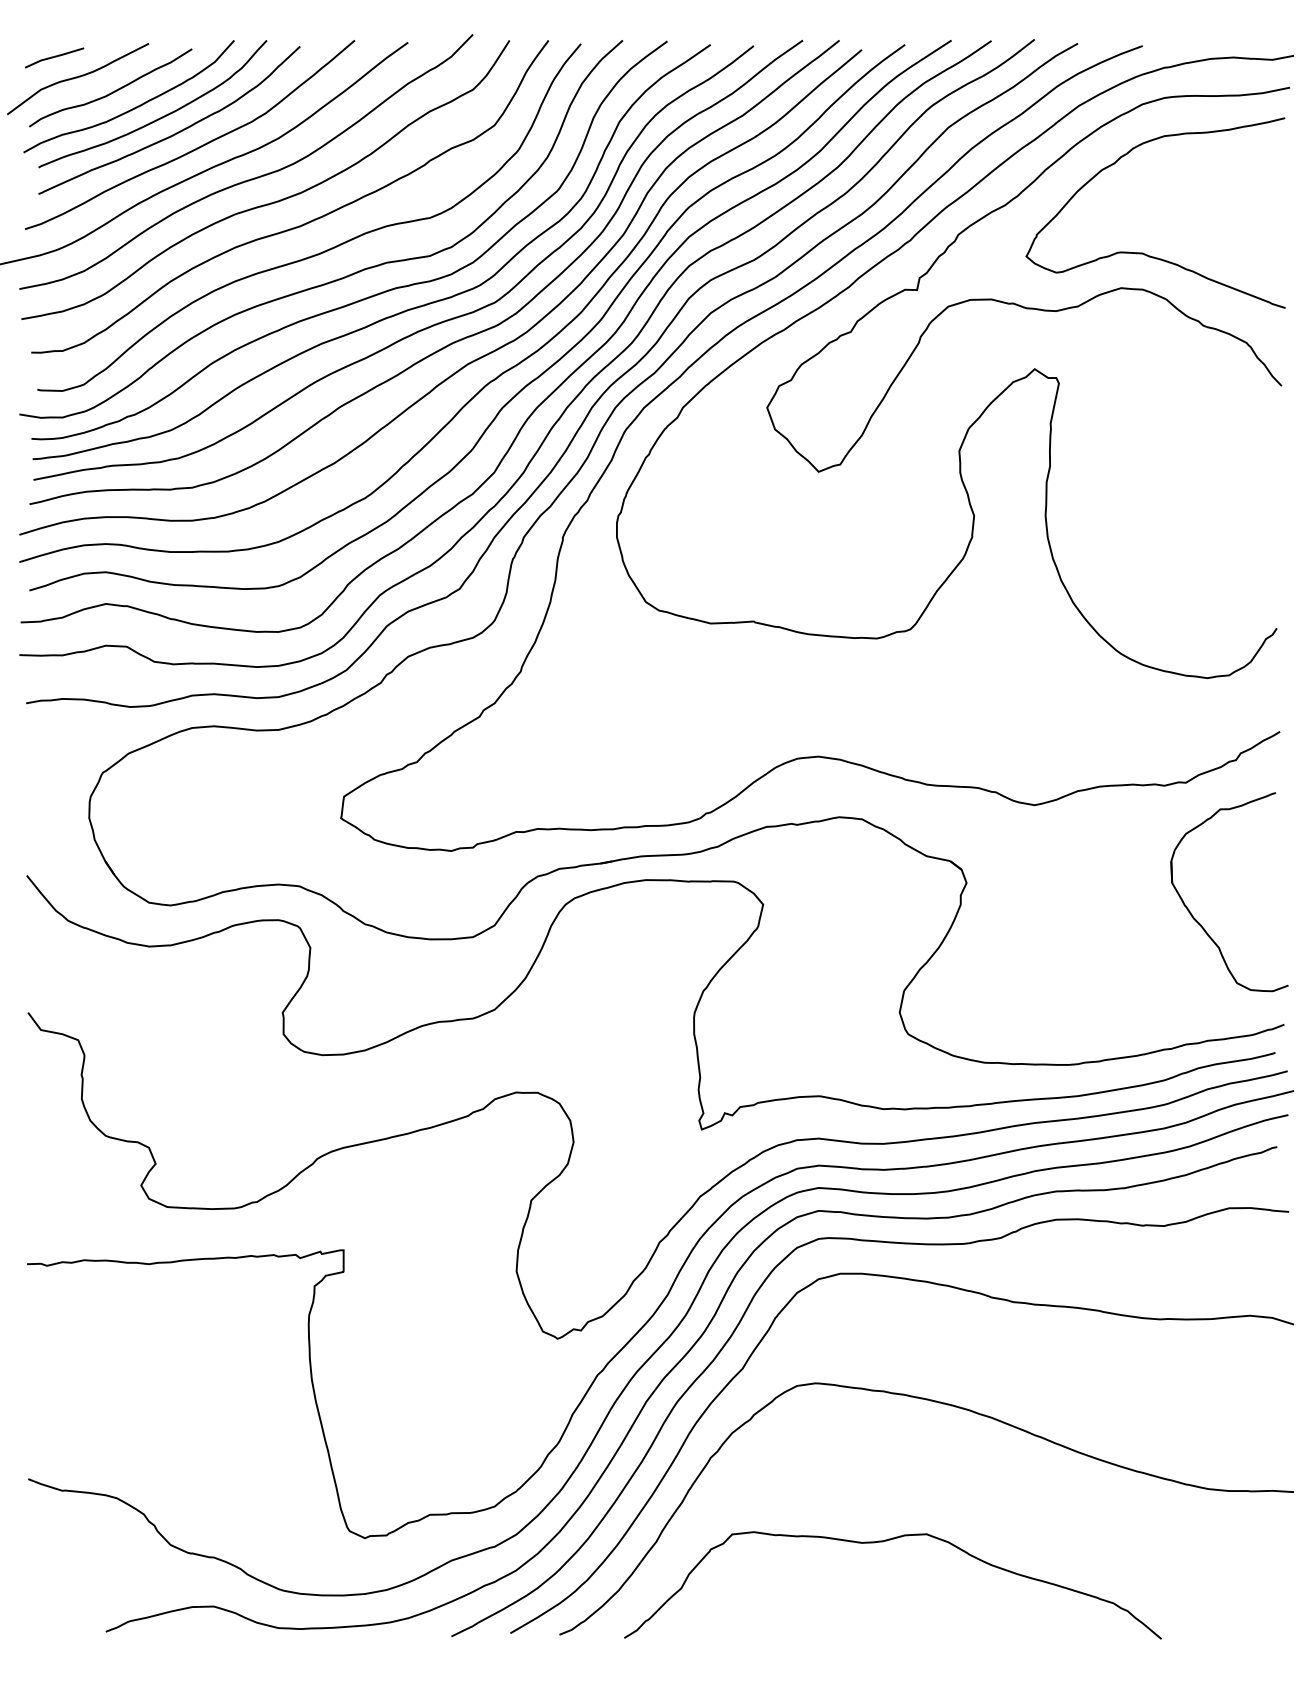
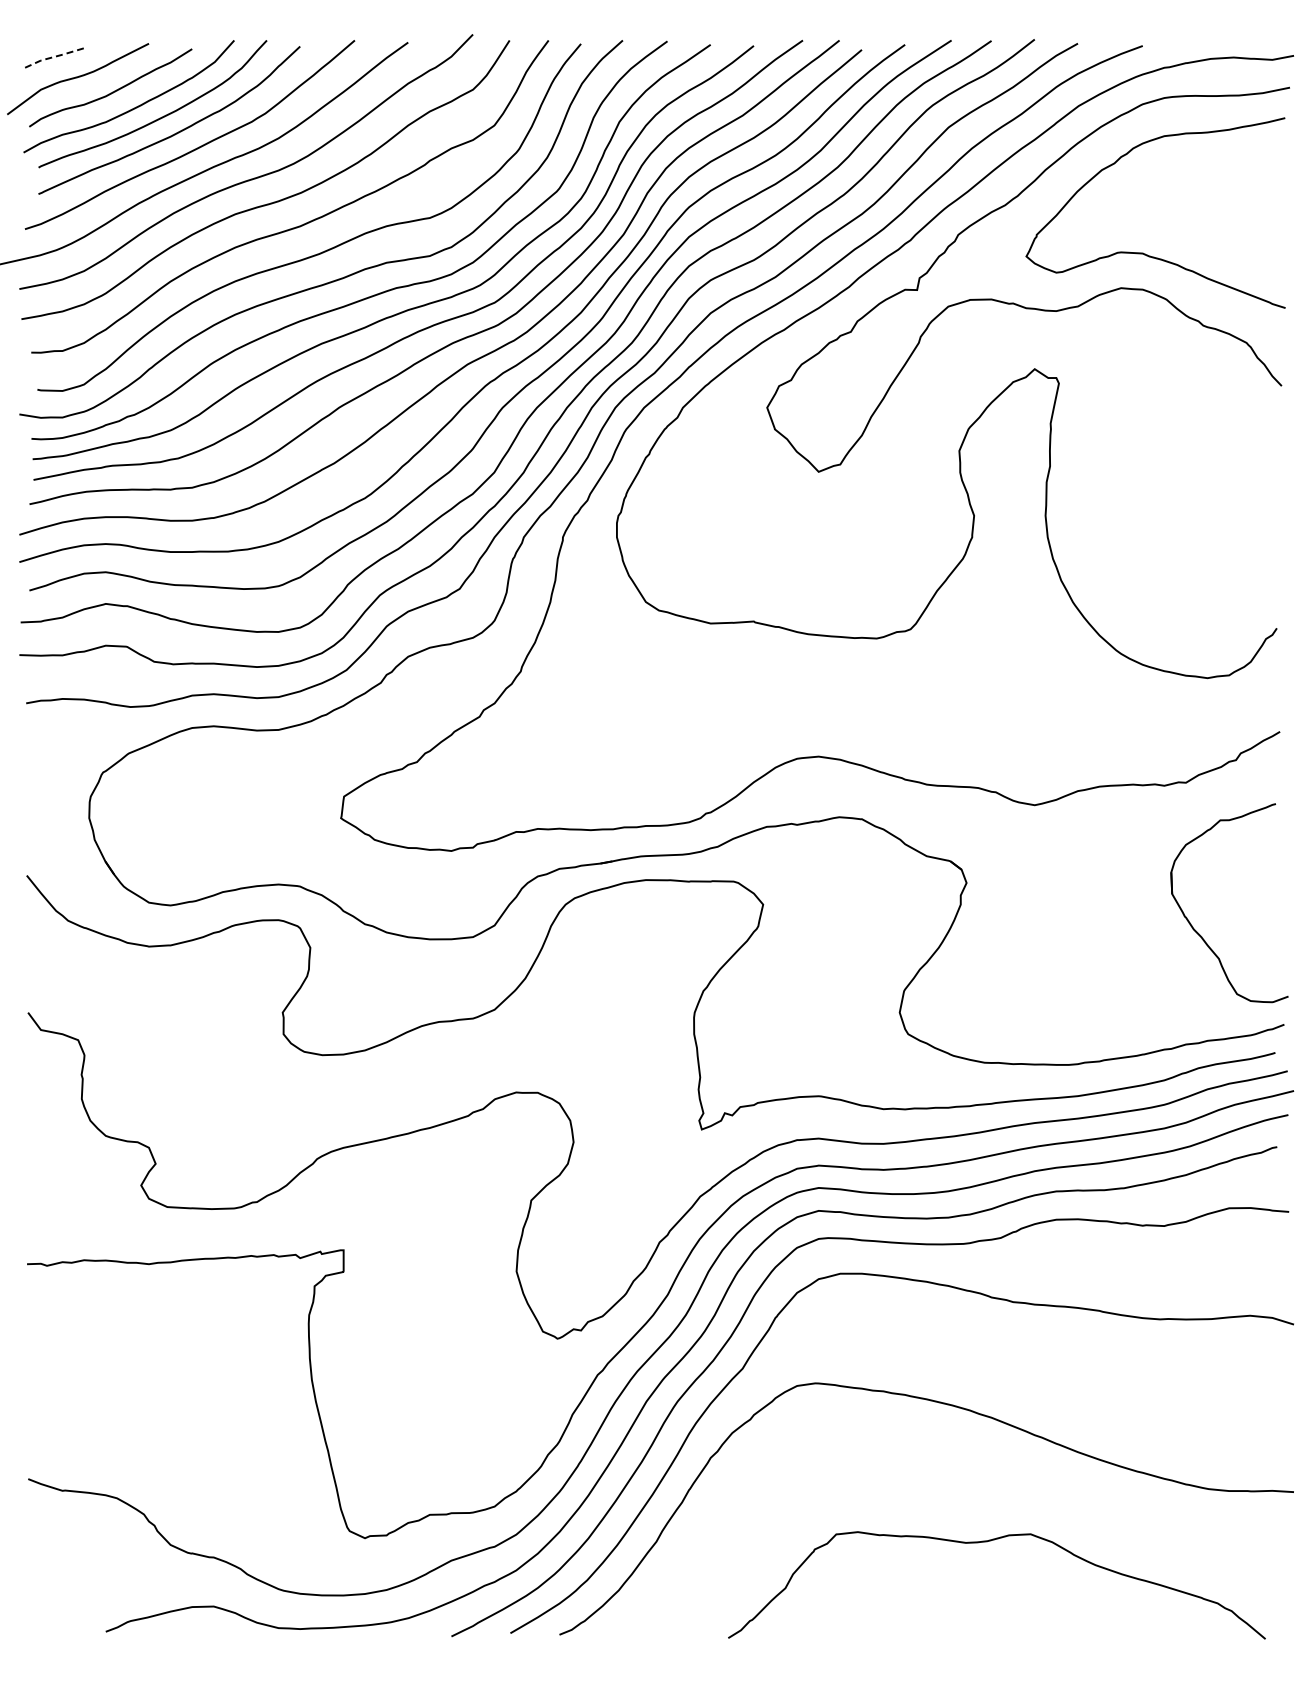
line at (54, 56): solid -> dashed
part at (1199, 922) position: (1199, 922) -> (1199, 933)
curve at (883, 1542) position: (883, 1542) -> (987, 1542)
